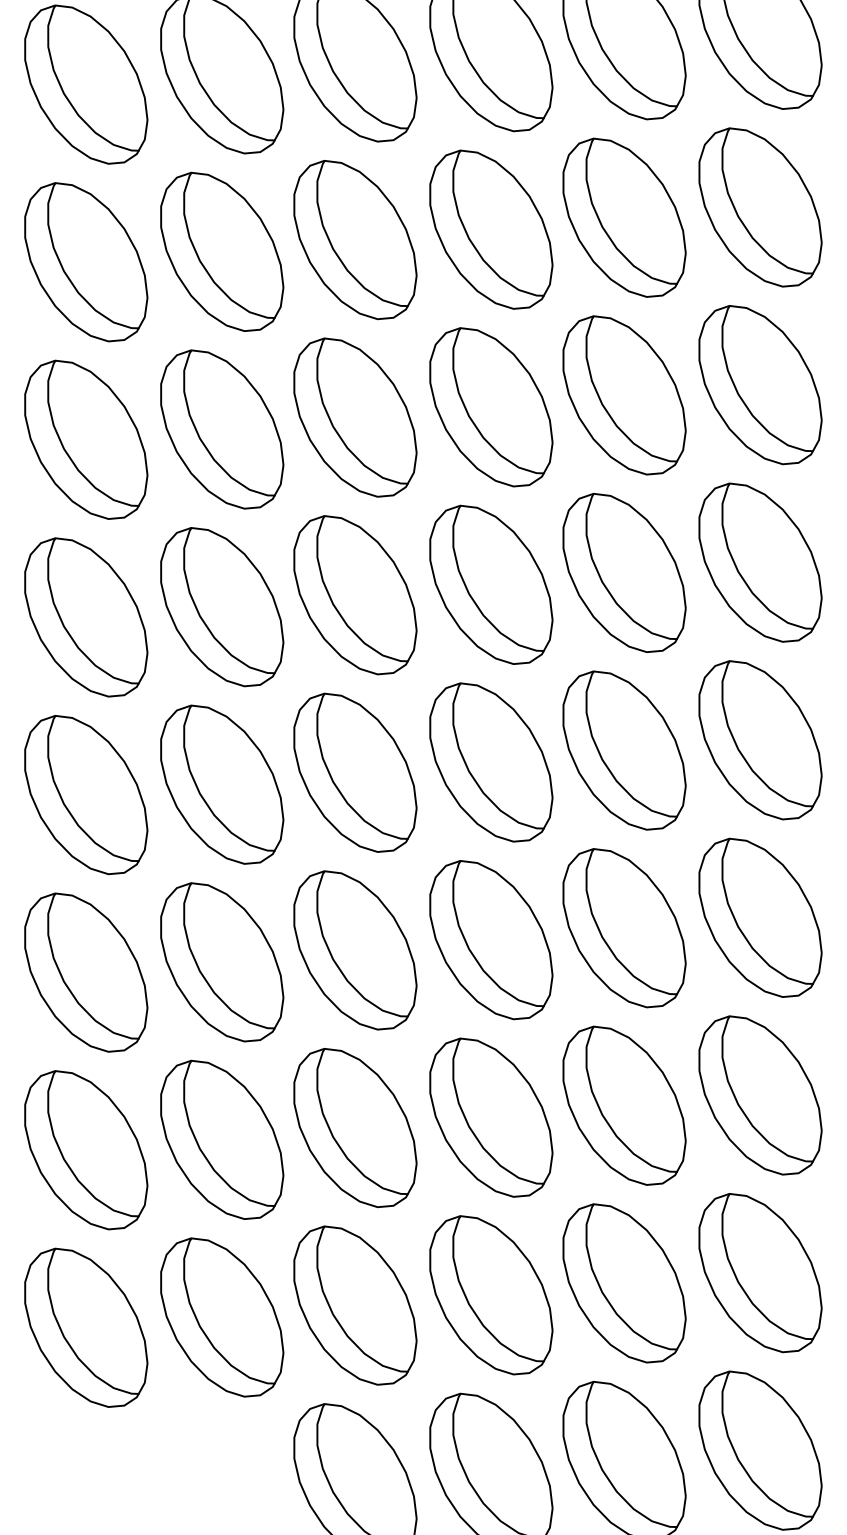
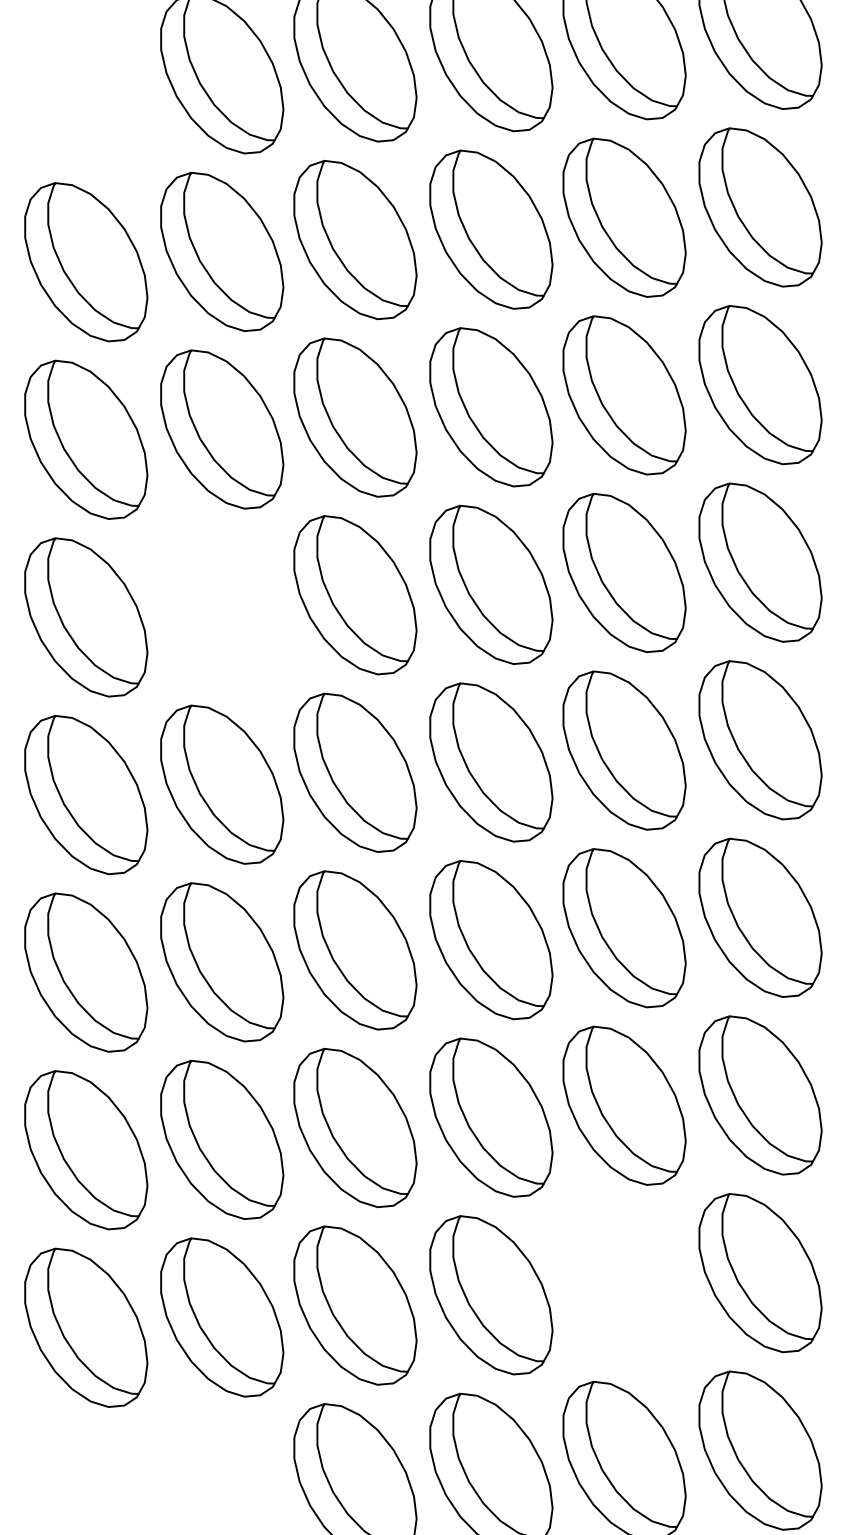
part at (86, 84): present -> none
part at (222, 607): present -> none
part at (624, 1283): present -> none
